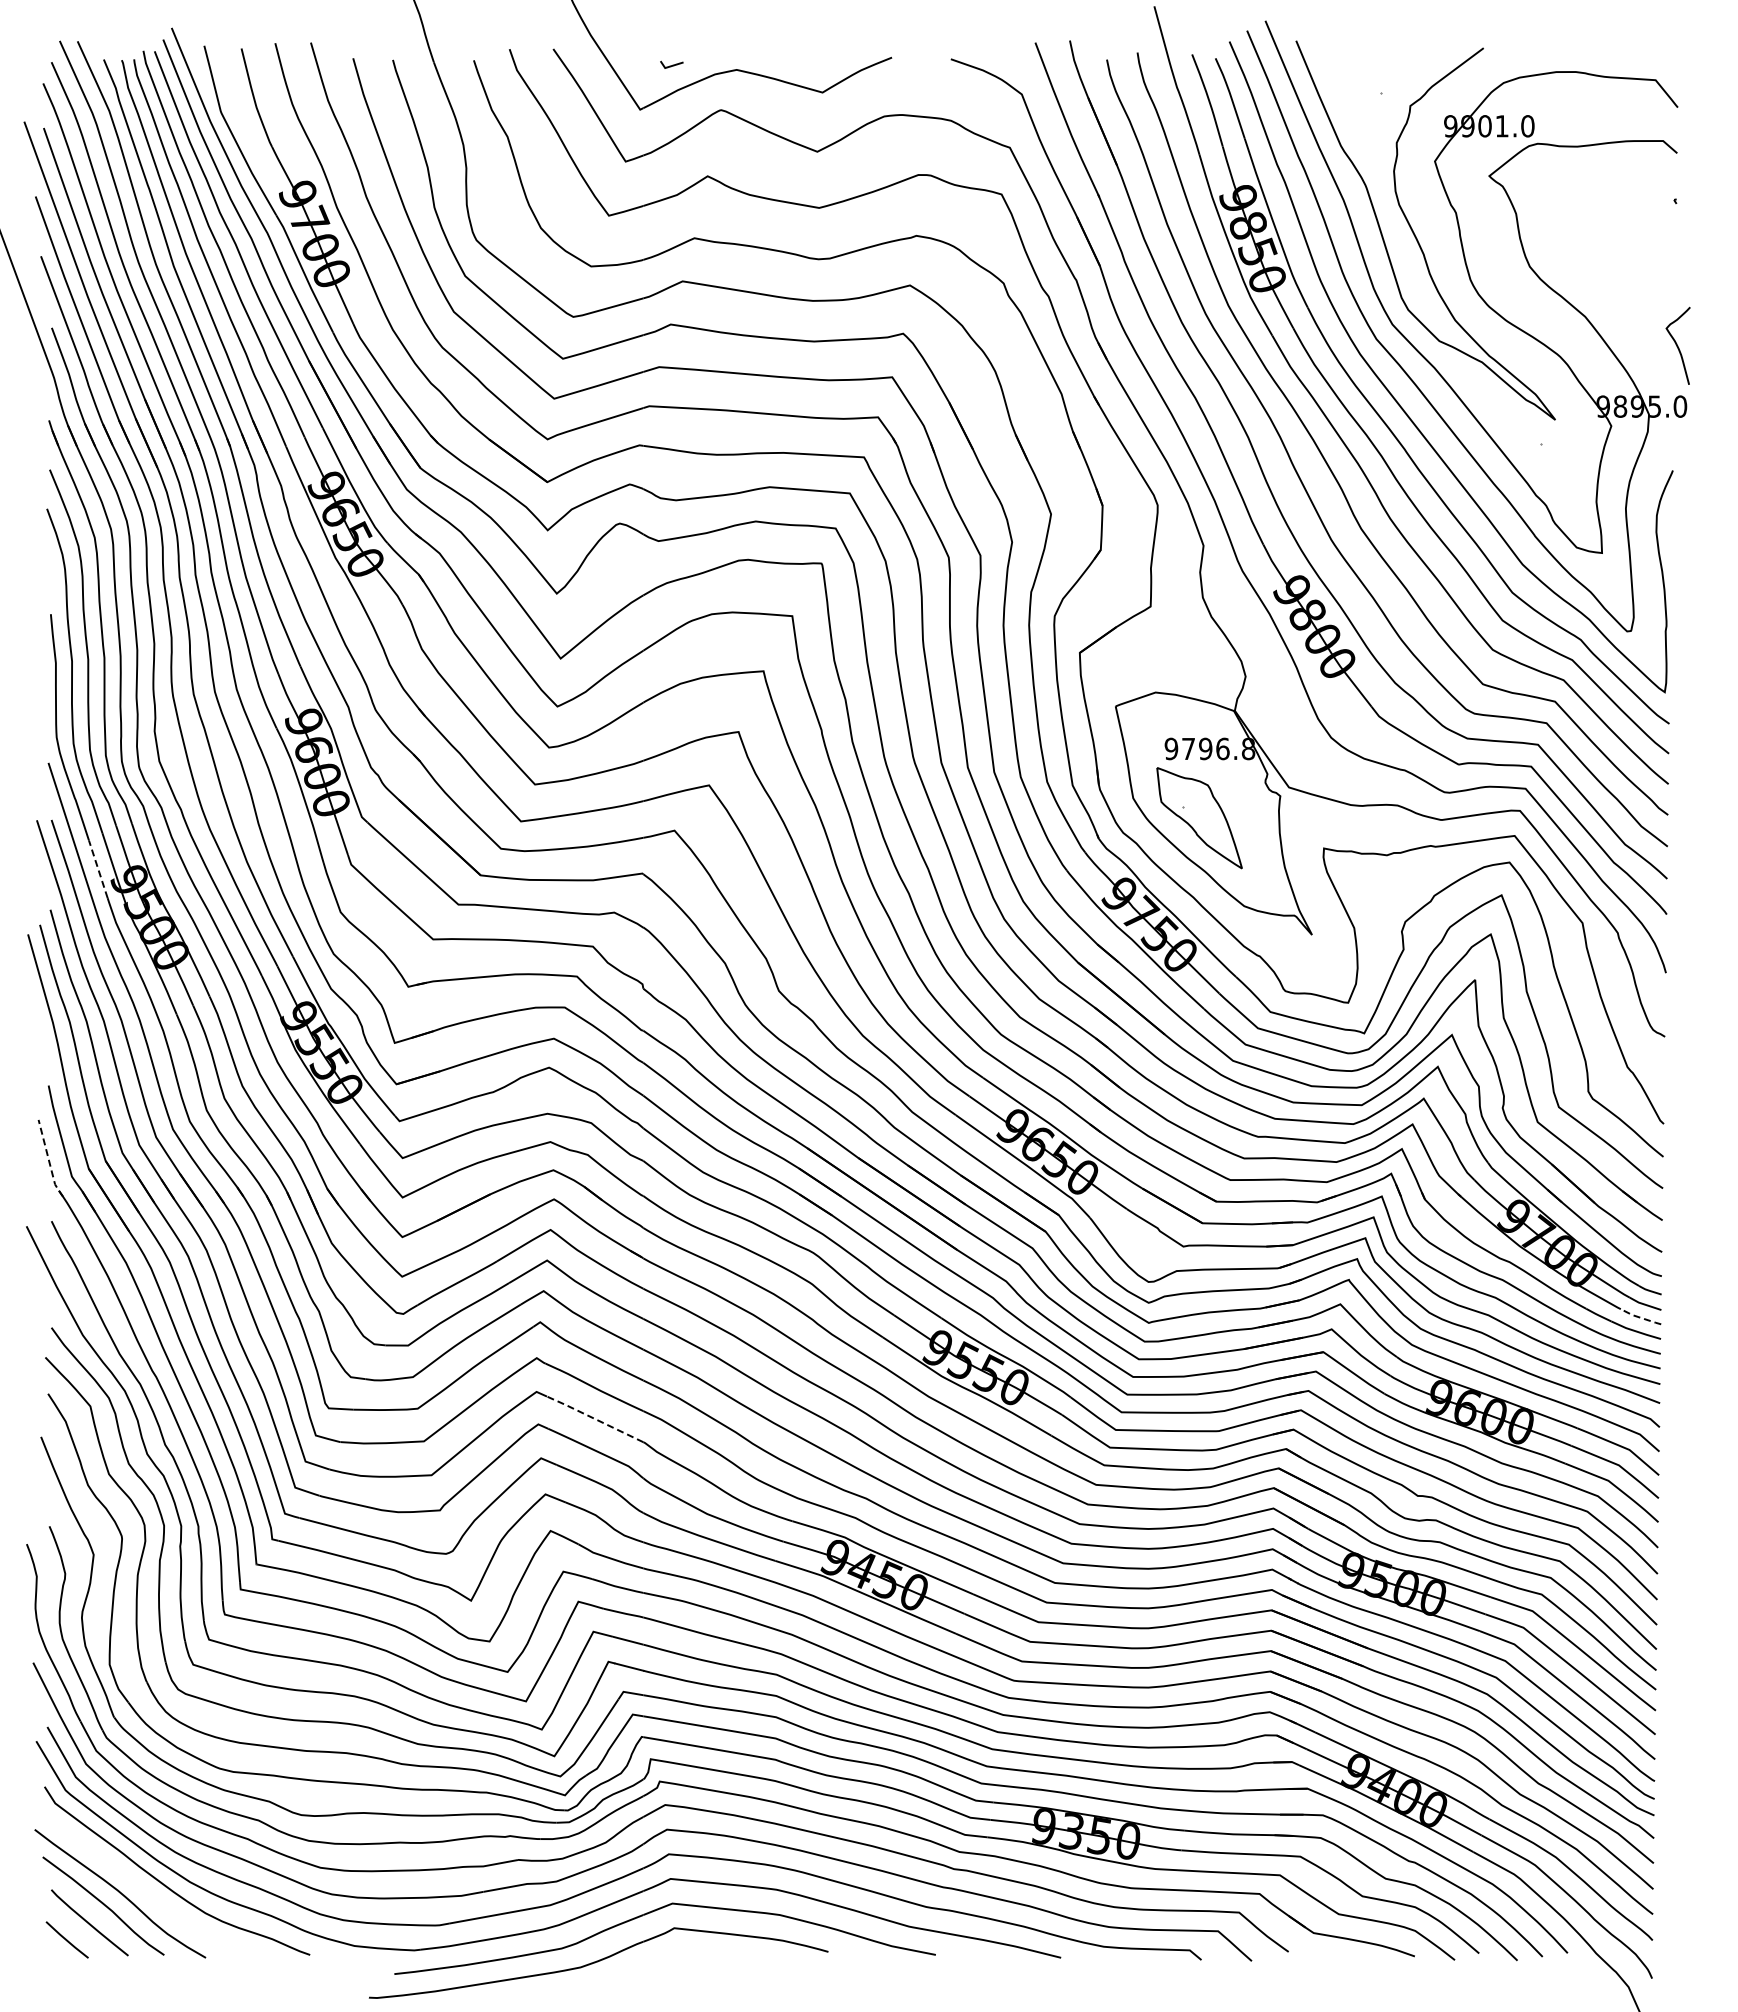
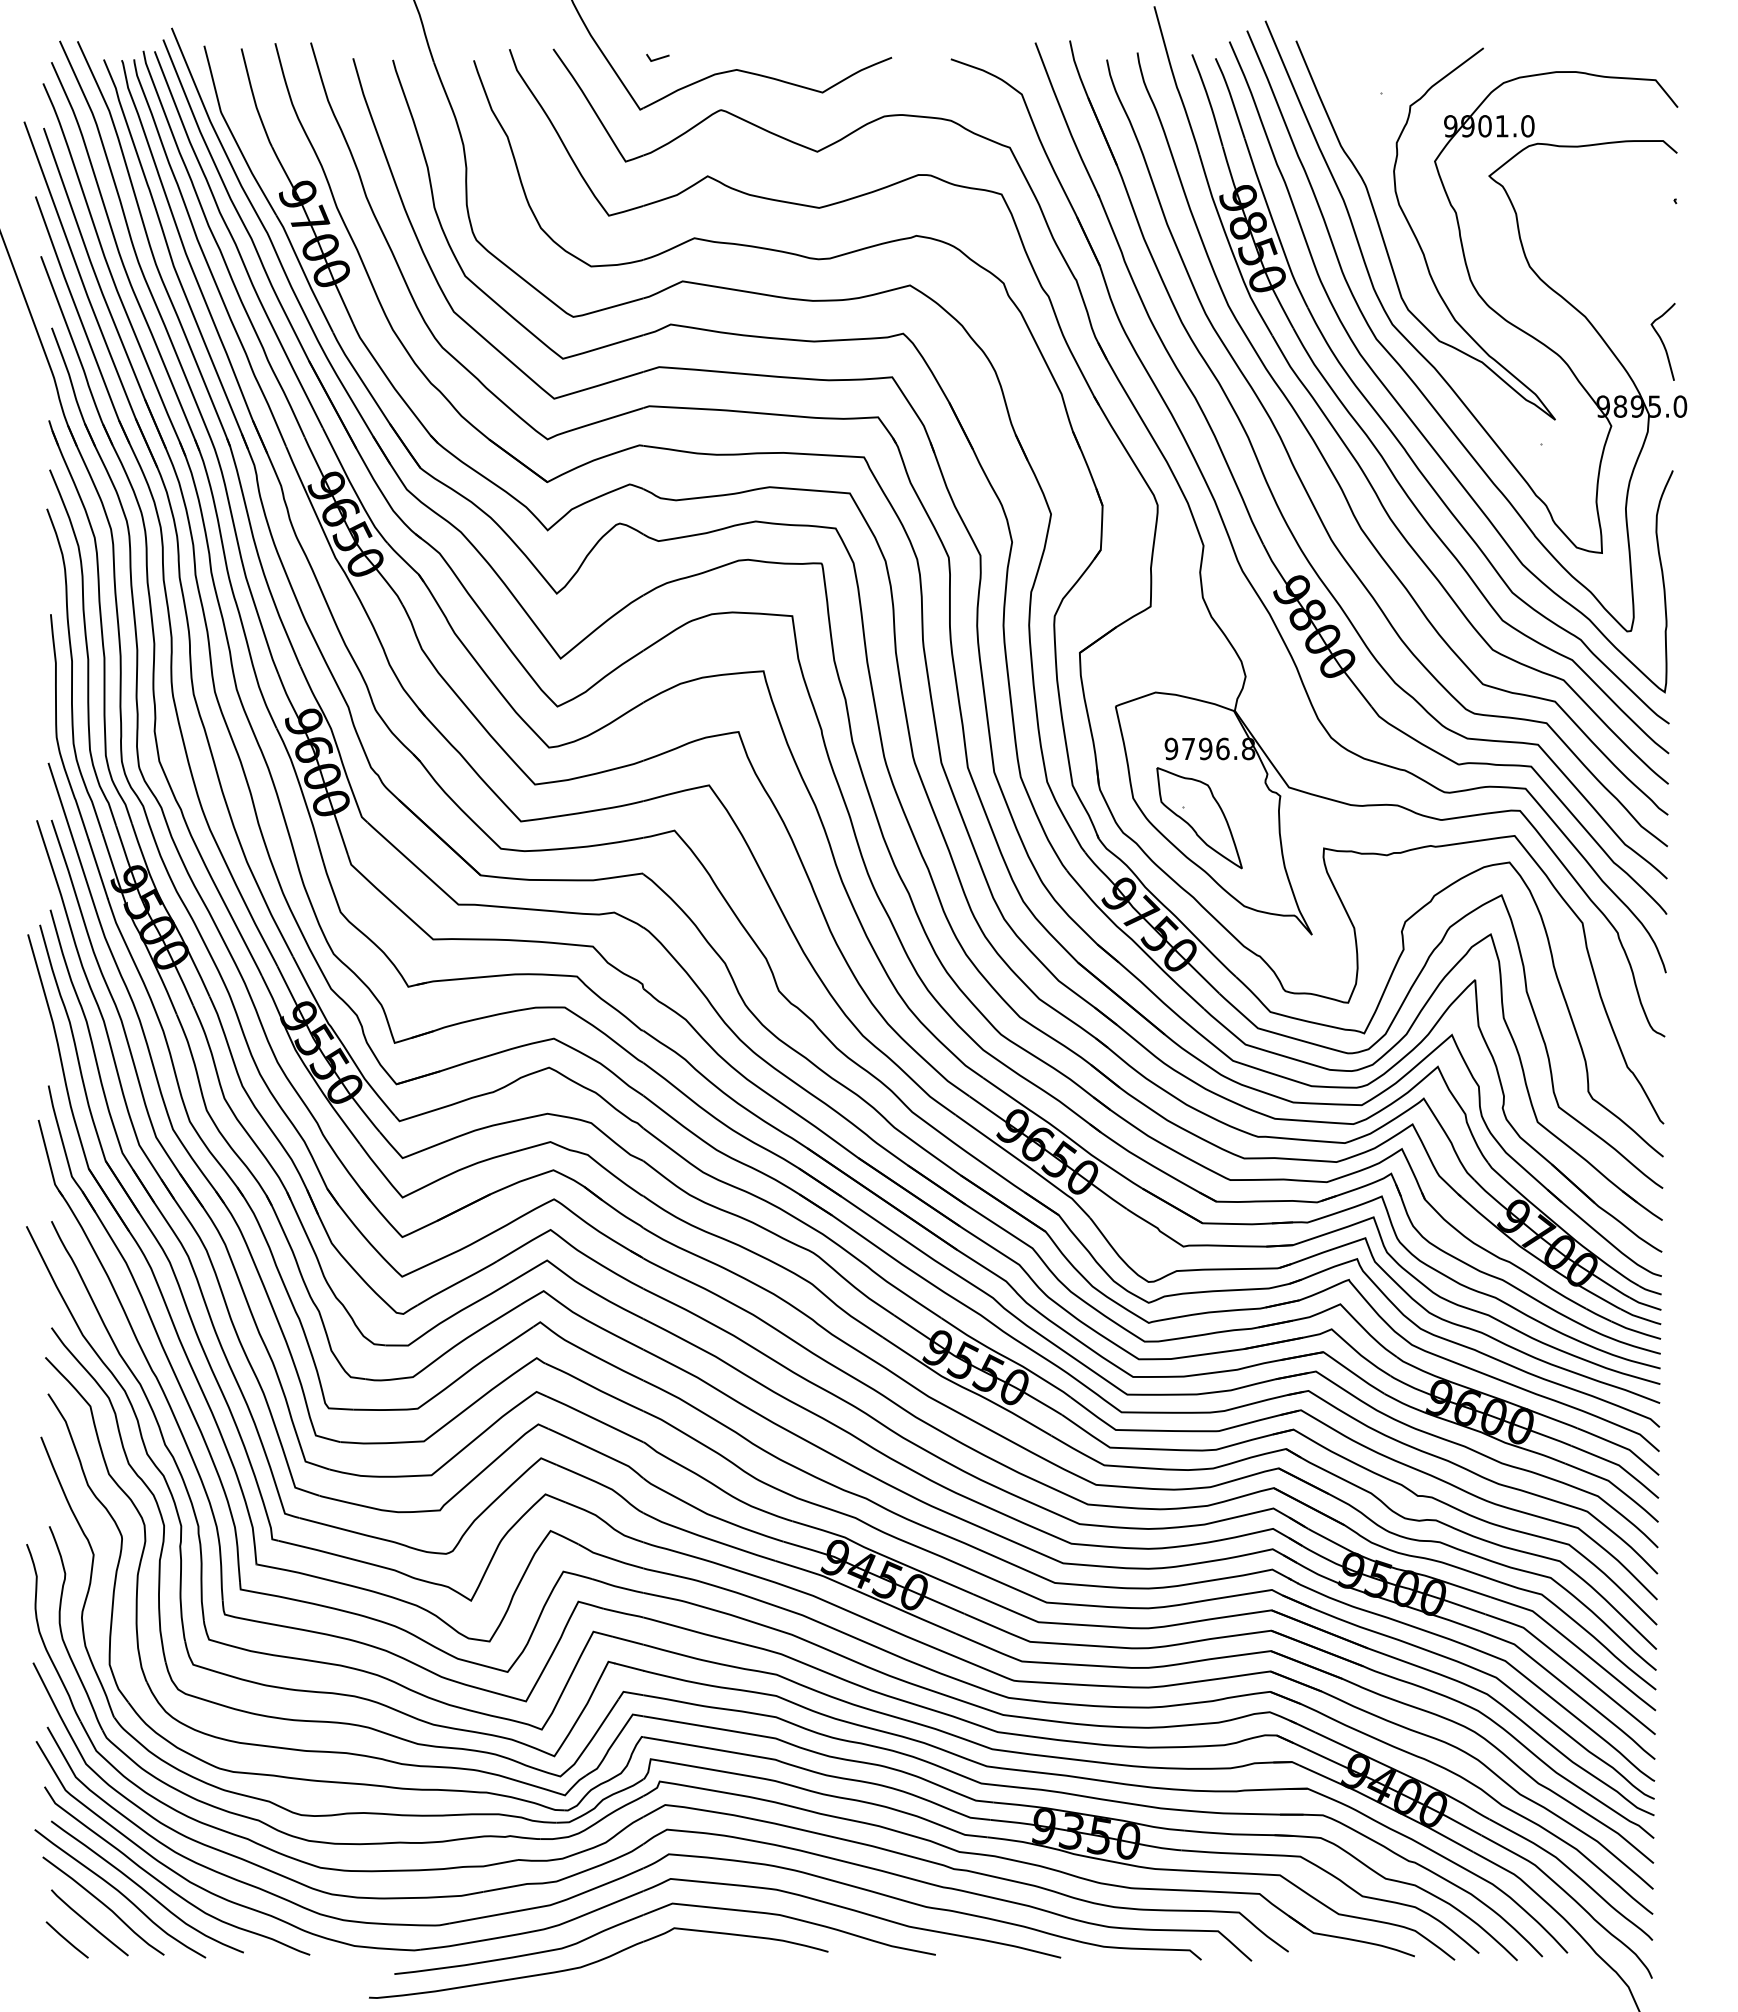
line at (672, 64) position: (672, 64) -> (658, 57)
curve at (1677, 345) position: (1677, 345) -> (1662, 341)
line at (98, 868): dashed -> solid
line at (48, 1160): dashed -> solid
line at (1640, 1317): dashed -> solid
line at (594, 1418): dashed -> solid
curve at (146, 1890): none -> present
